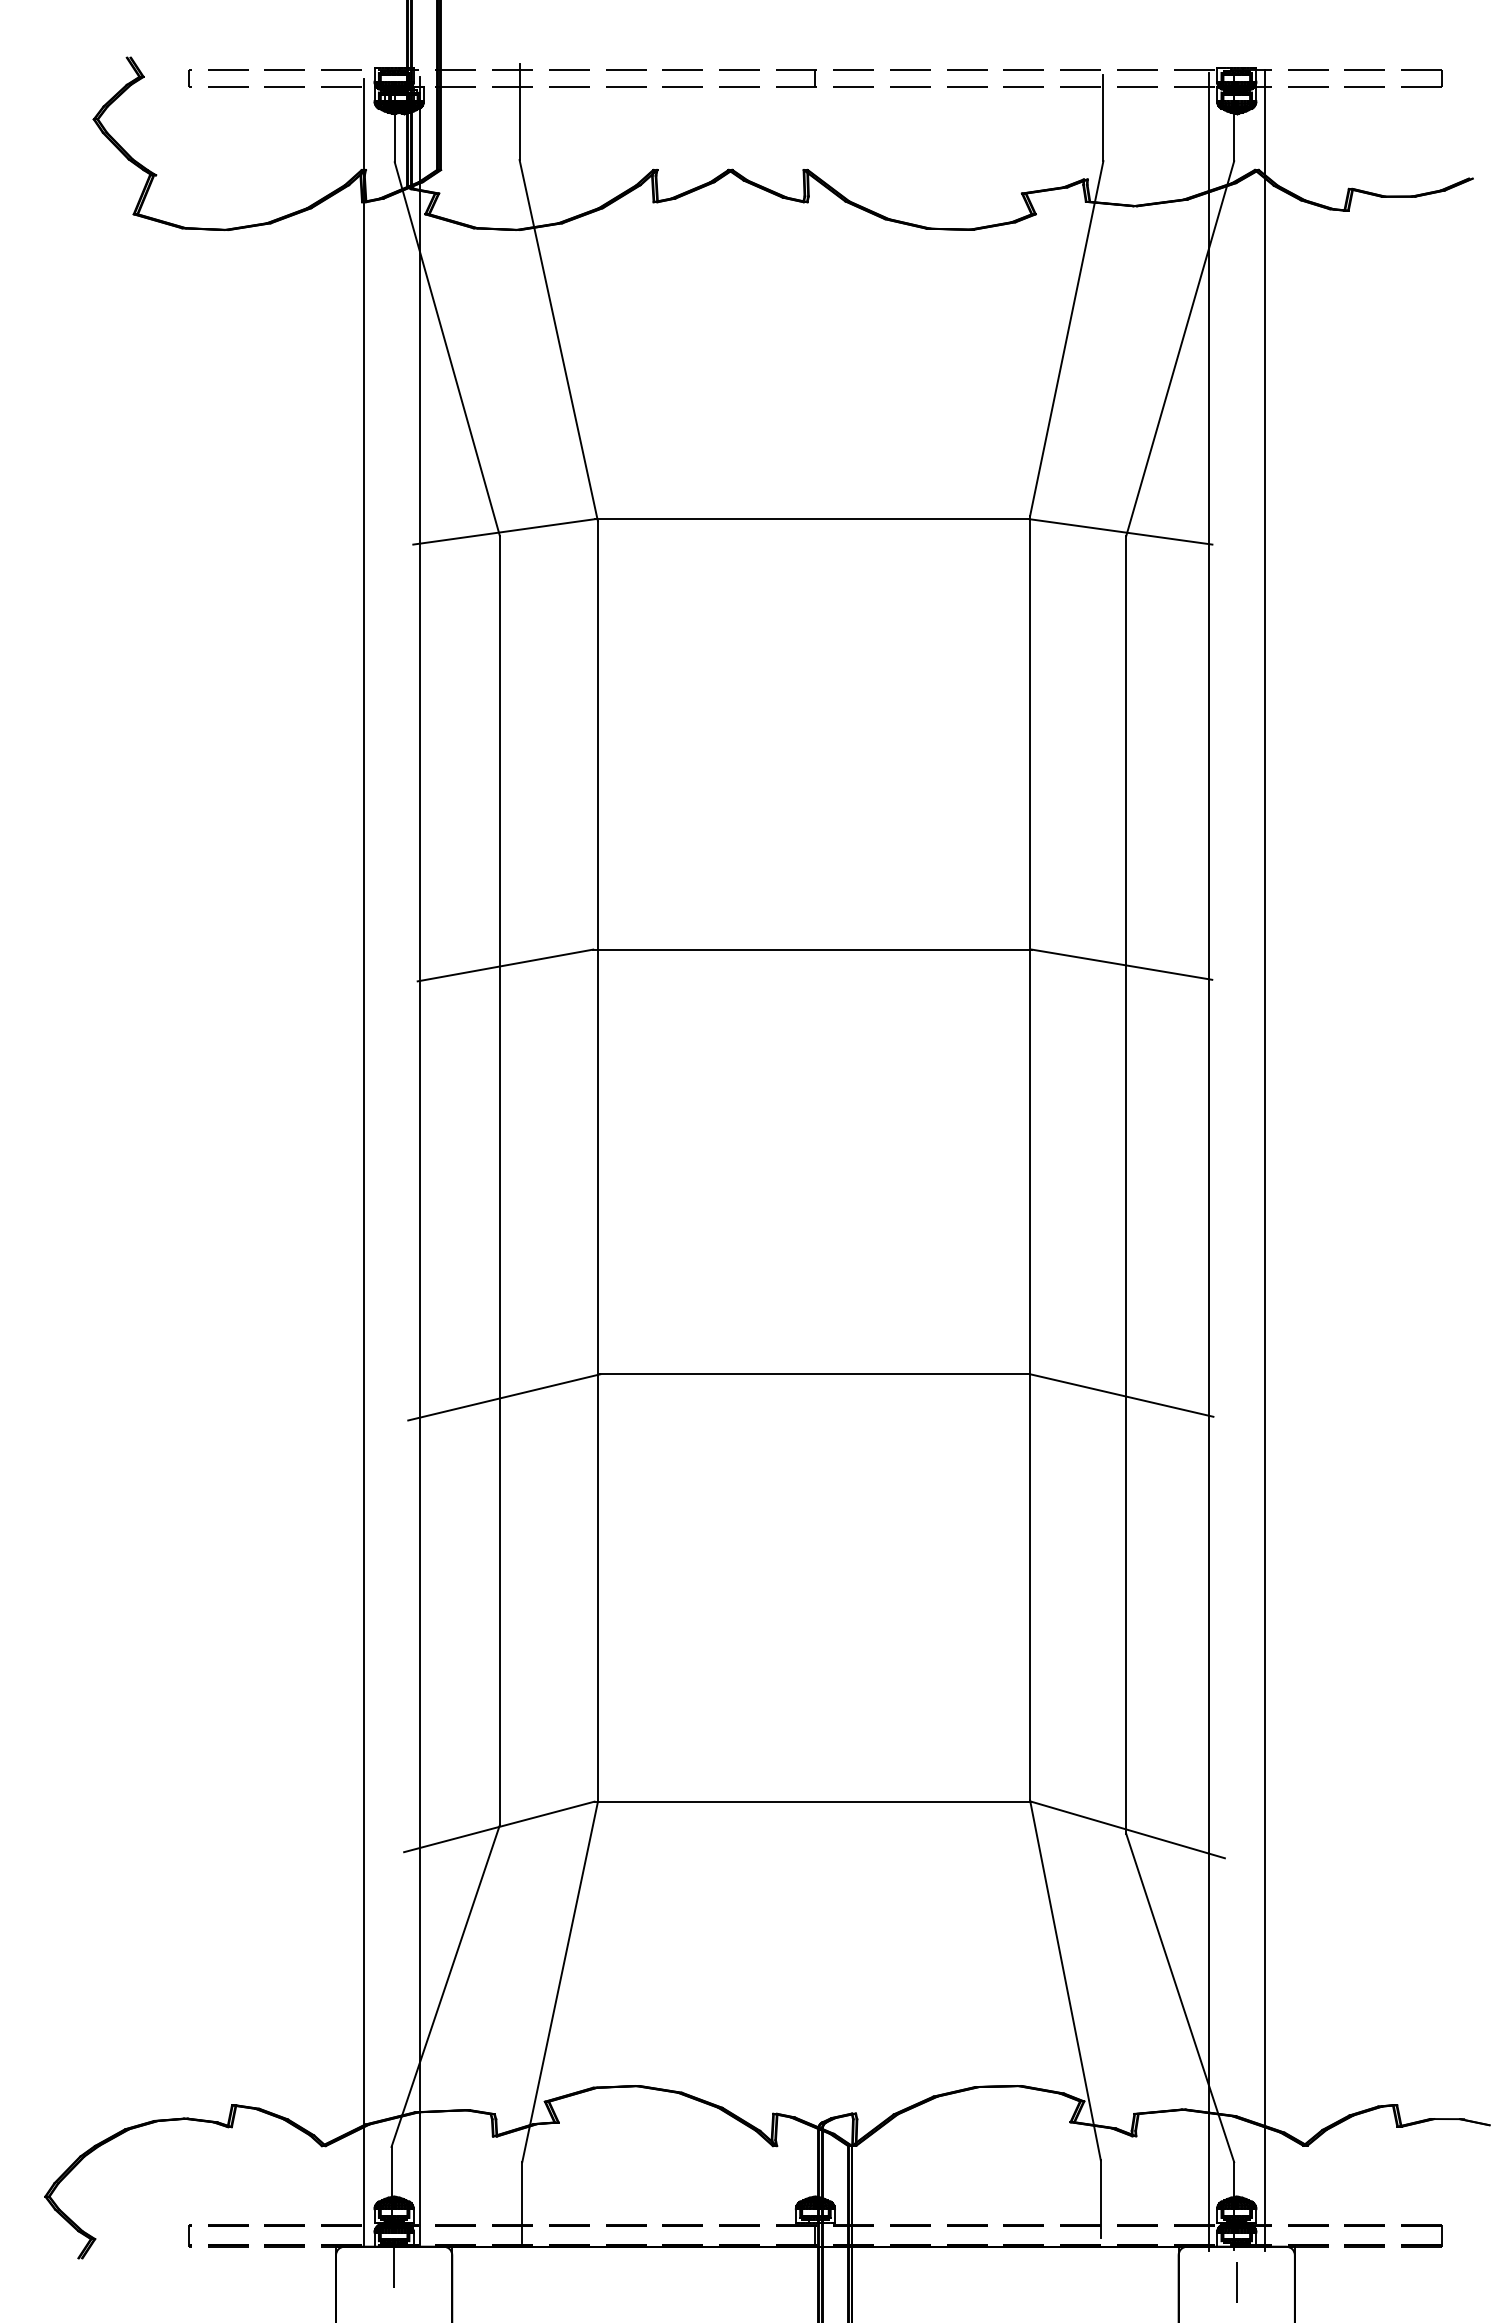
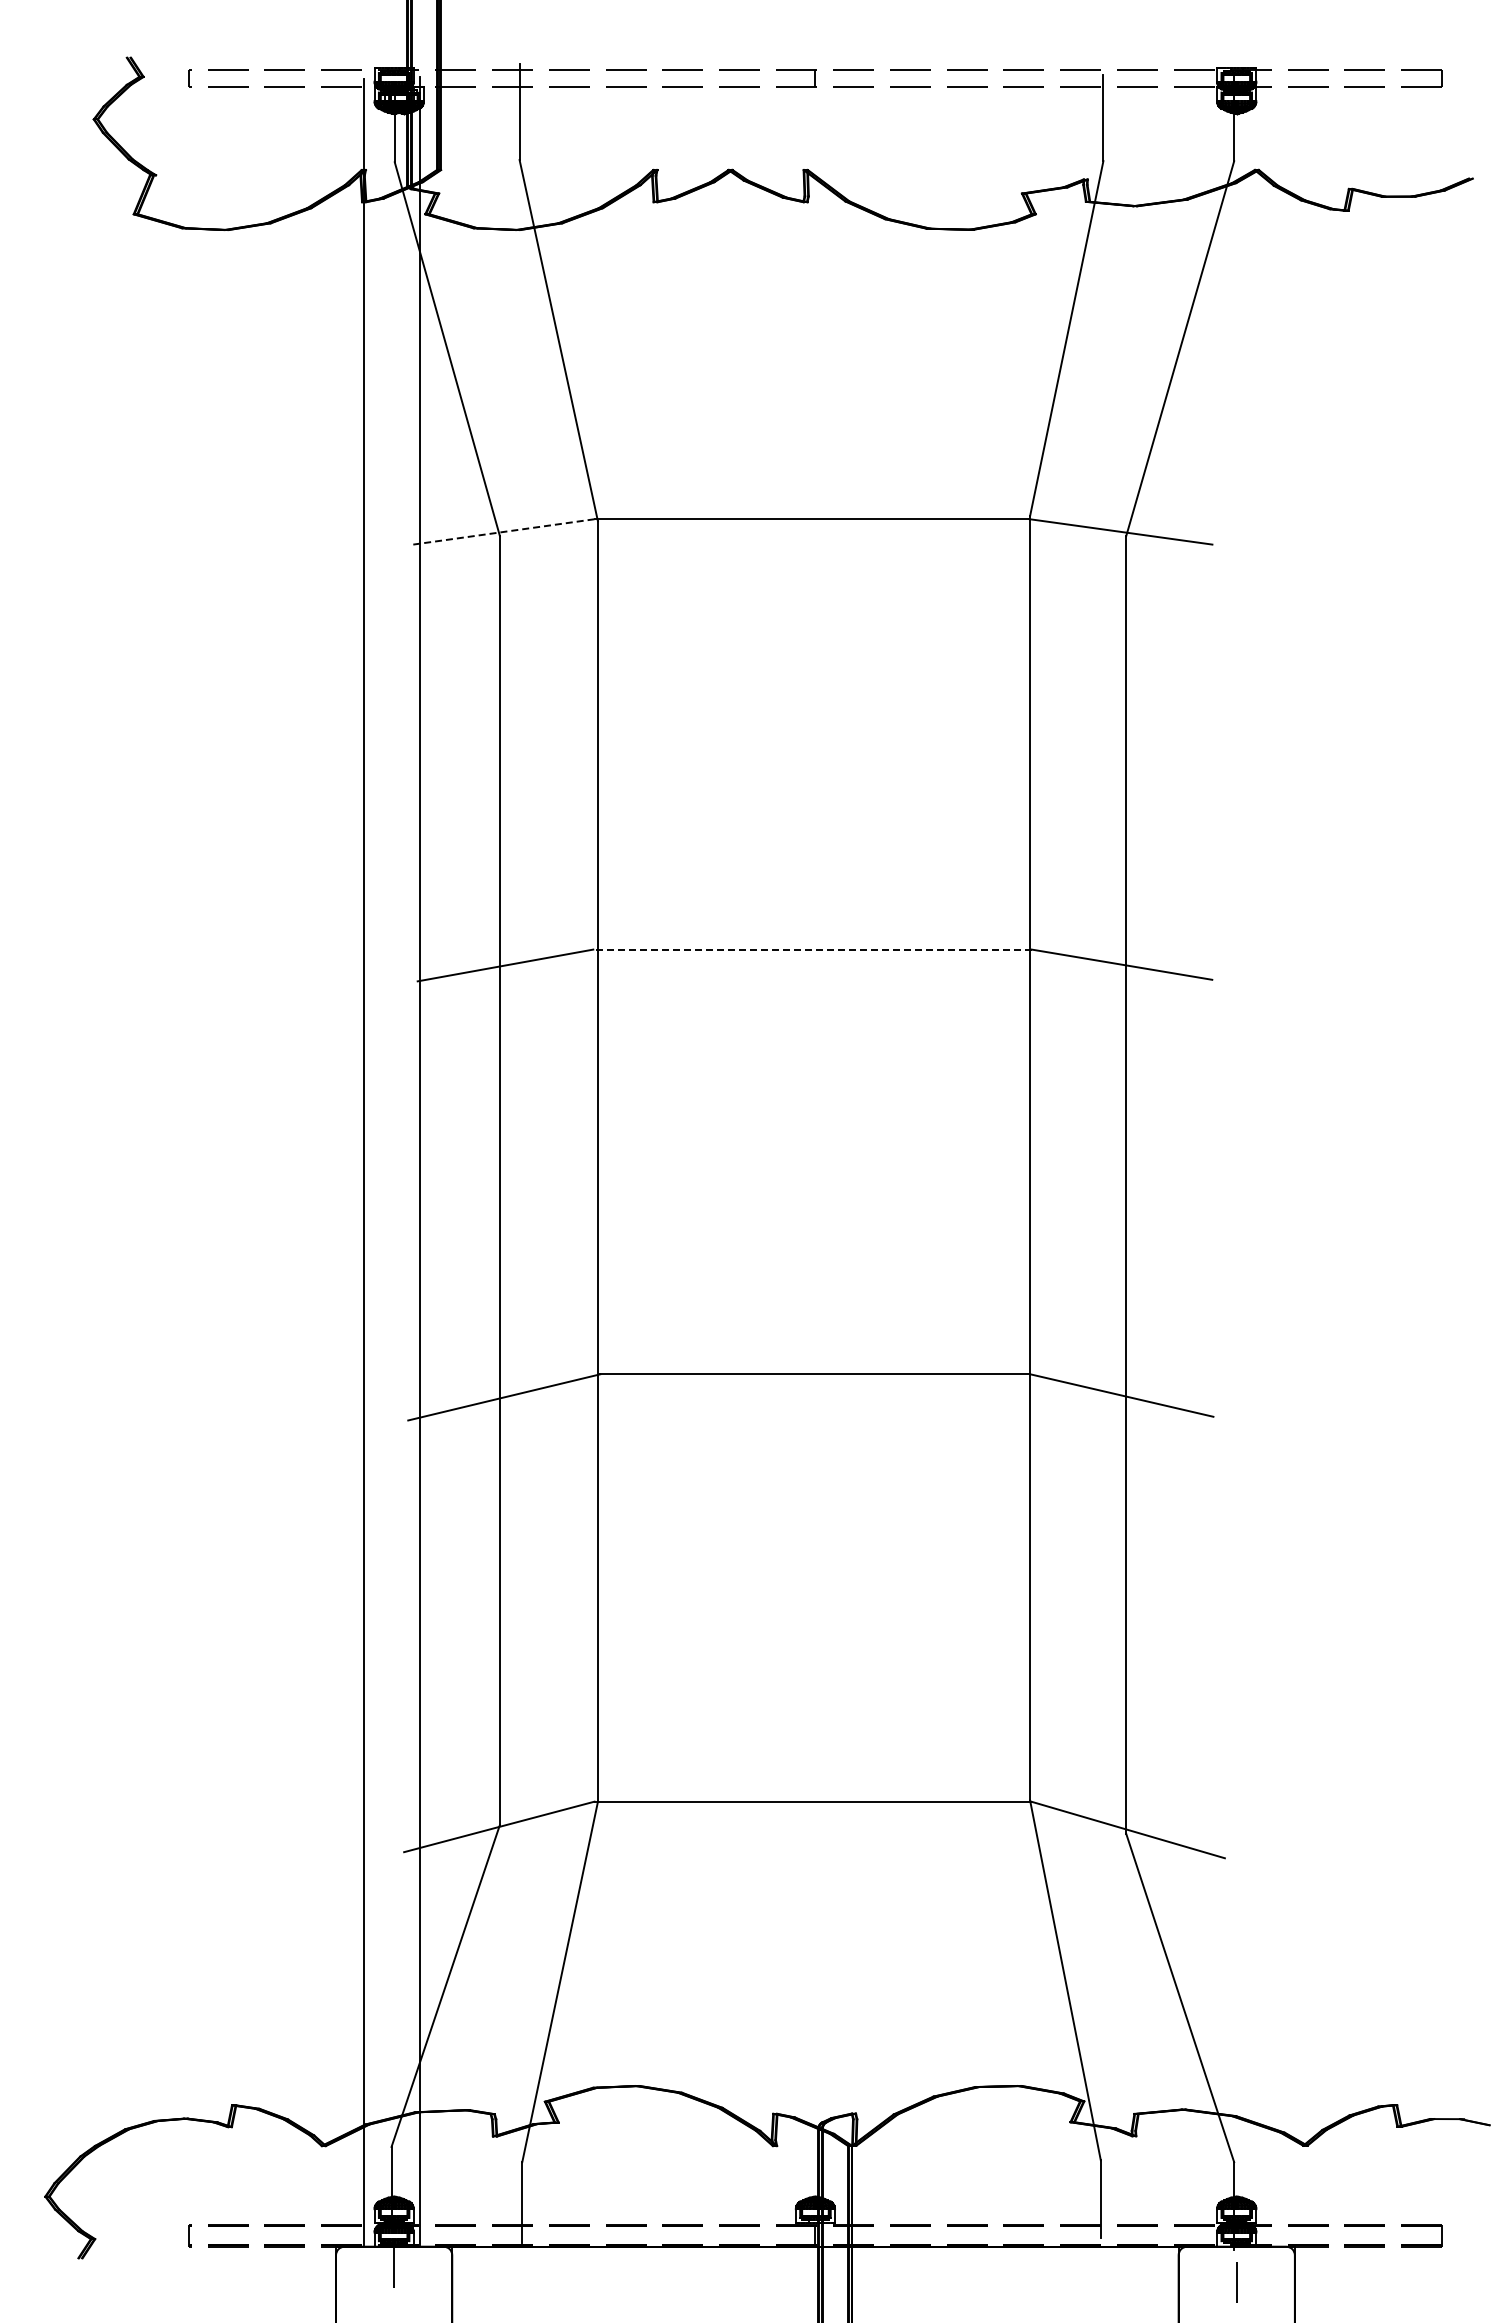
line at (504, 531): solid -> dashed
line at (812, 949): solid -> dashed
line at (1265, 1160): present -> none
line at (1208, 1162): present -> none
